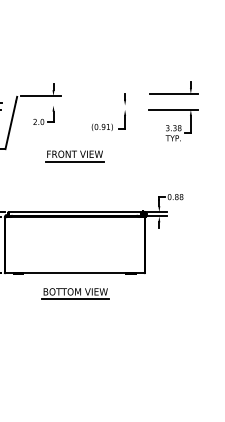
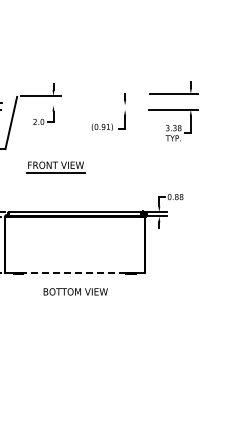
part at (74, 156) position: (74, 156) -> (55, 167)
line at (74, 273): solid -> dashed
line at (75, 299): present -> none
